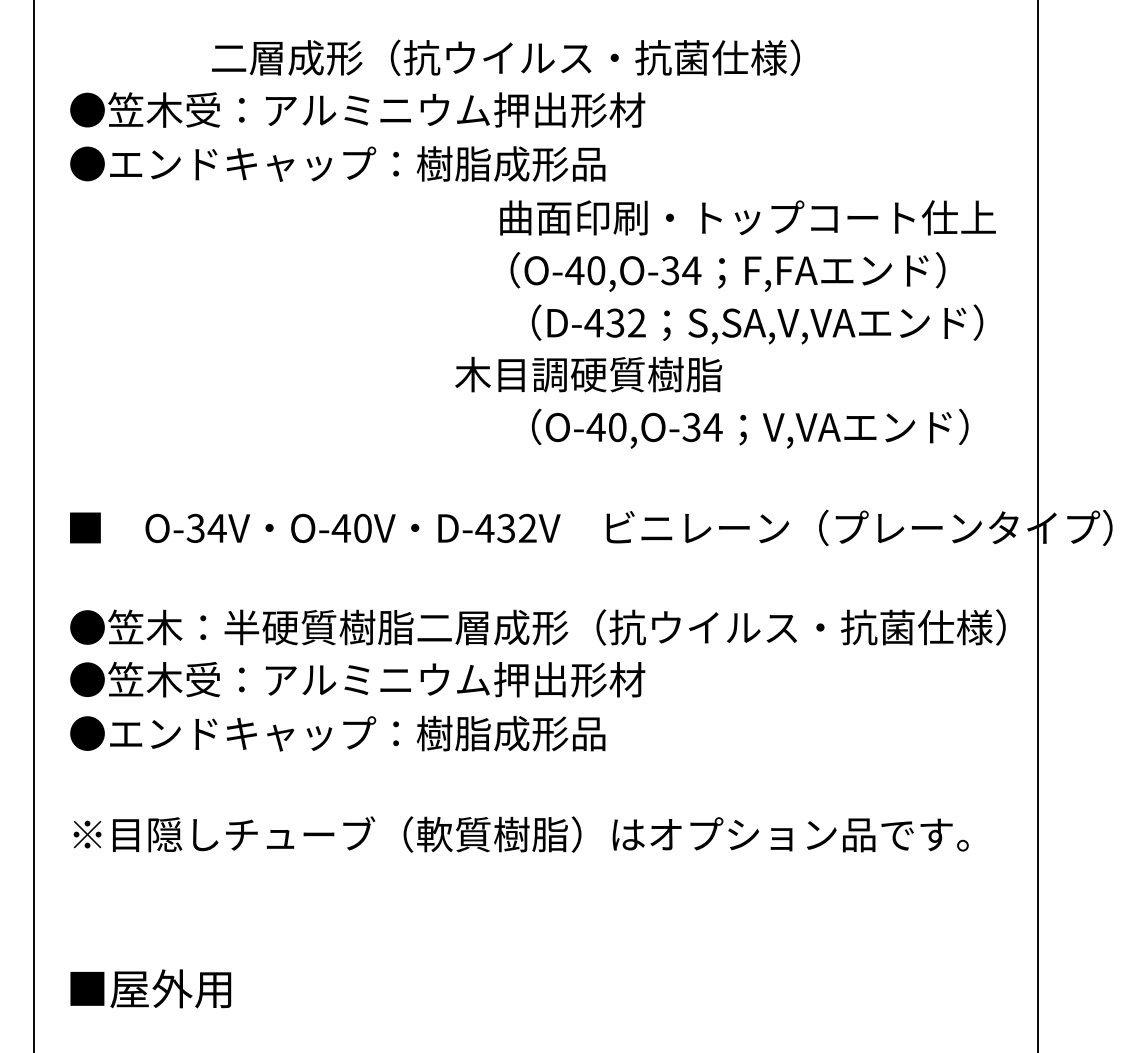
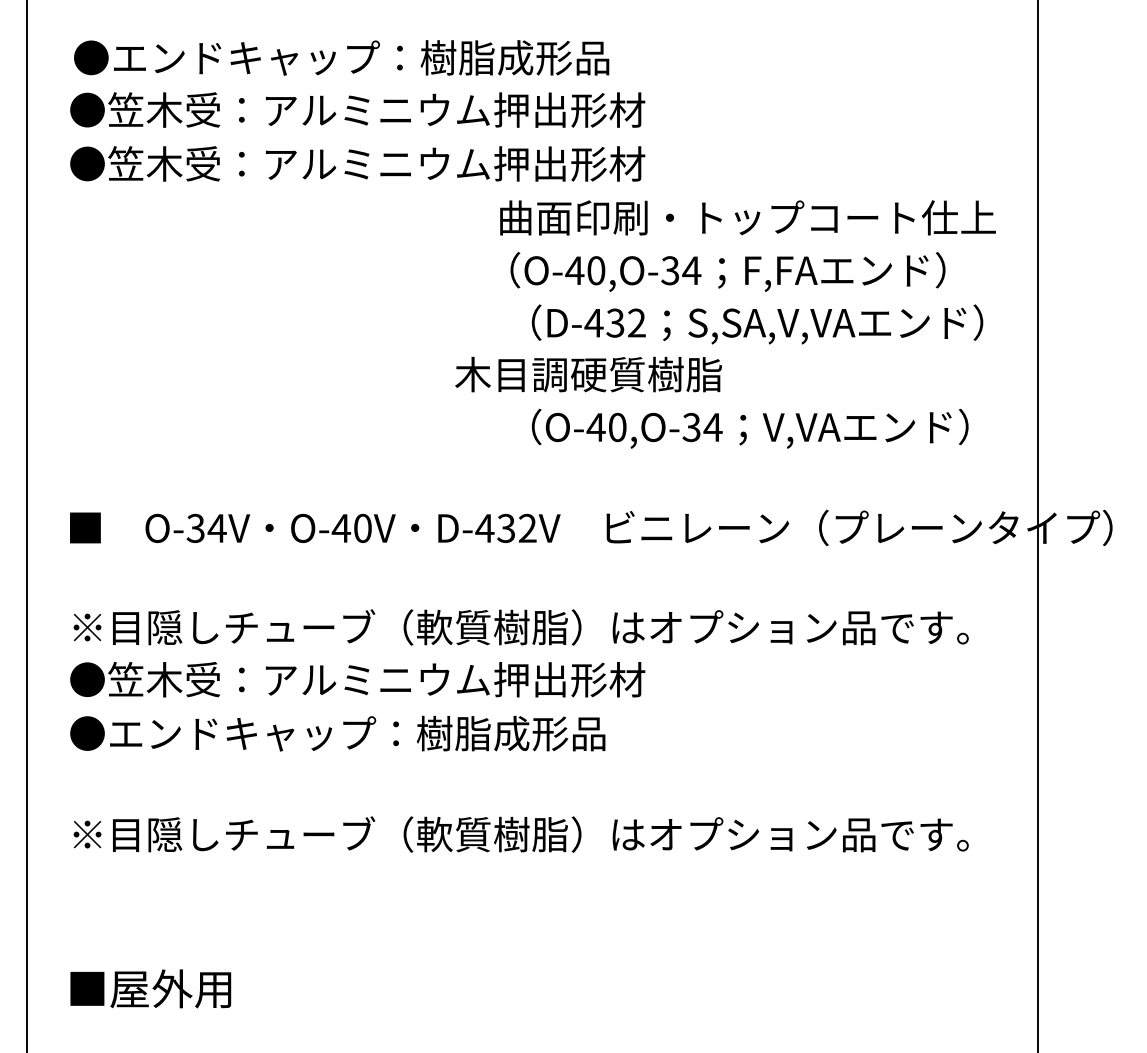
text at (437, 57): 二層成形（抗ウイルス・抗菌仕様） -> ●エンドキャップ：樹脂成形品
text at (376, 163): ●エンドキャップ：樹脂成形品 -> ●笠木受：アルミニウム押出形材
line at (34, 525) position: (34, 525) -> (27, 525)
text at (537, 627): ●笠木：半硬質樹脂二層成形（抗ウイルス・抗菌仕様） -> ※目隠しチューブ（軟質樹脂）はオプション品です。
